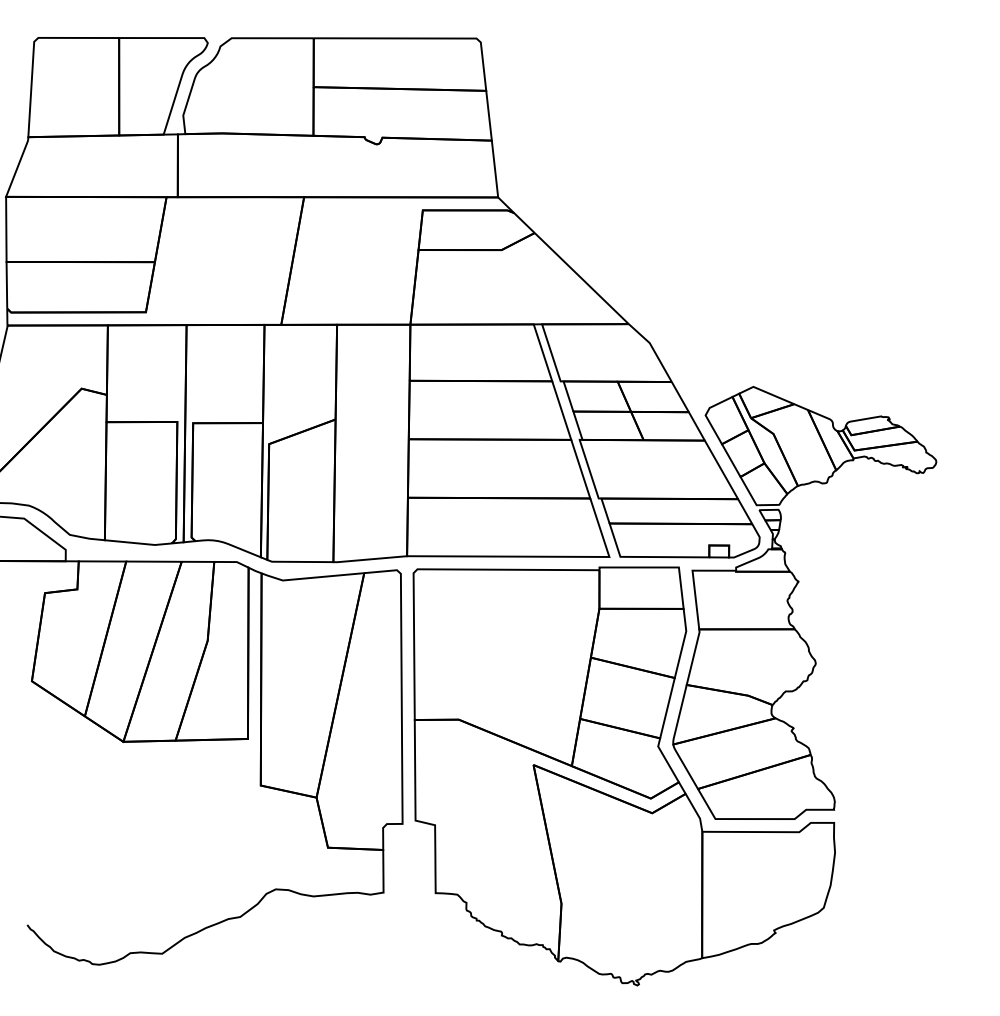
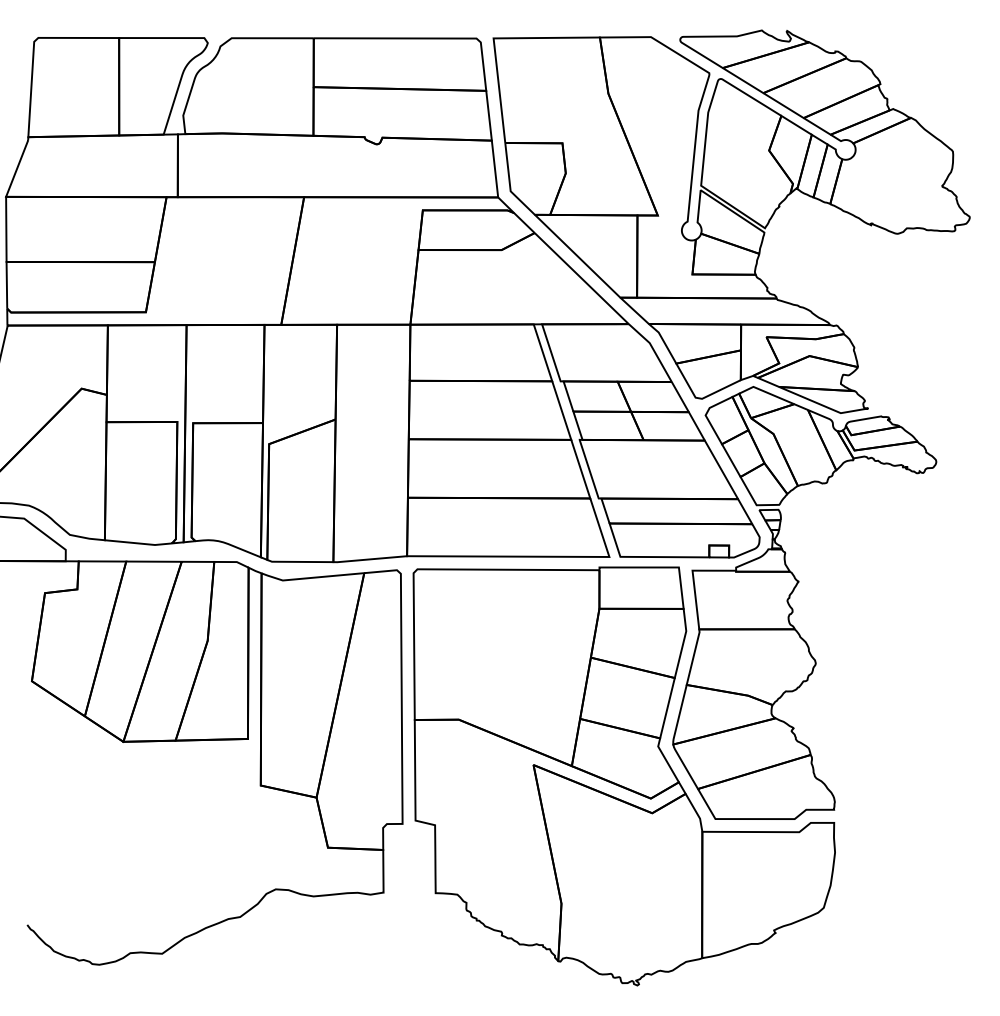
part at (731, 221): none -> present
